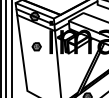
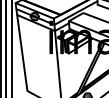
part at (36, 46): present -> none
